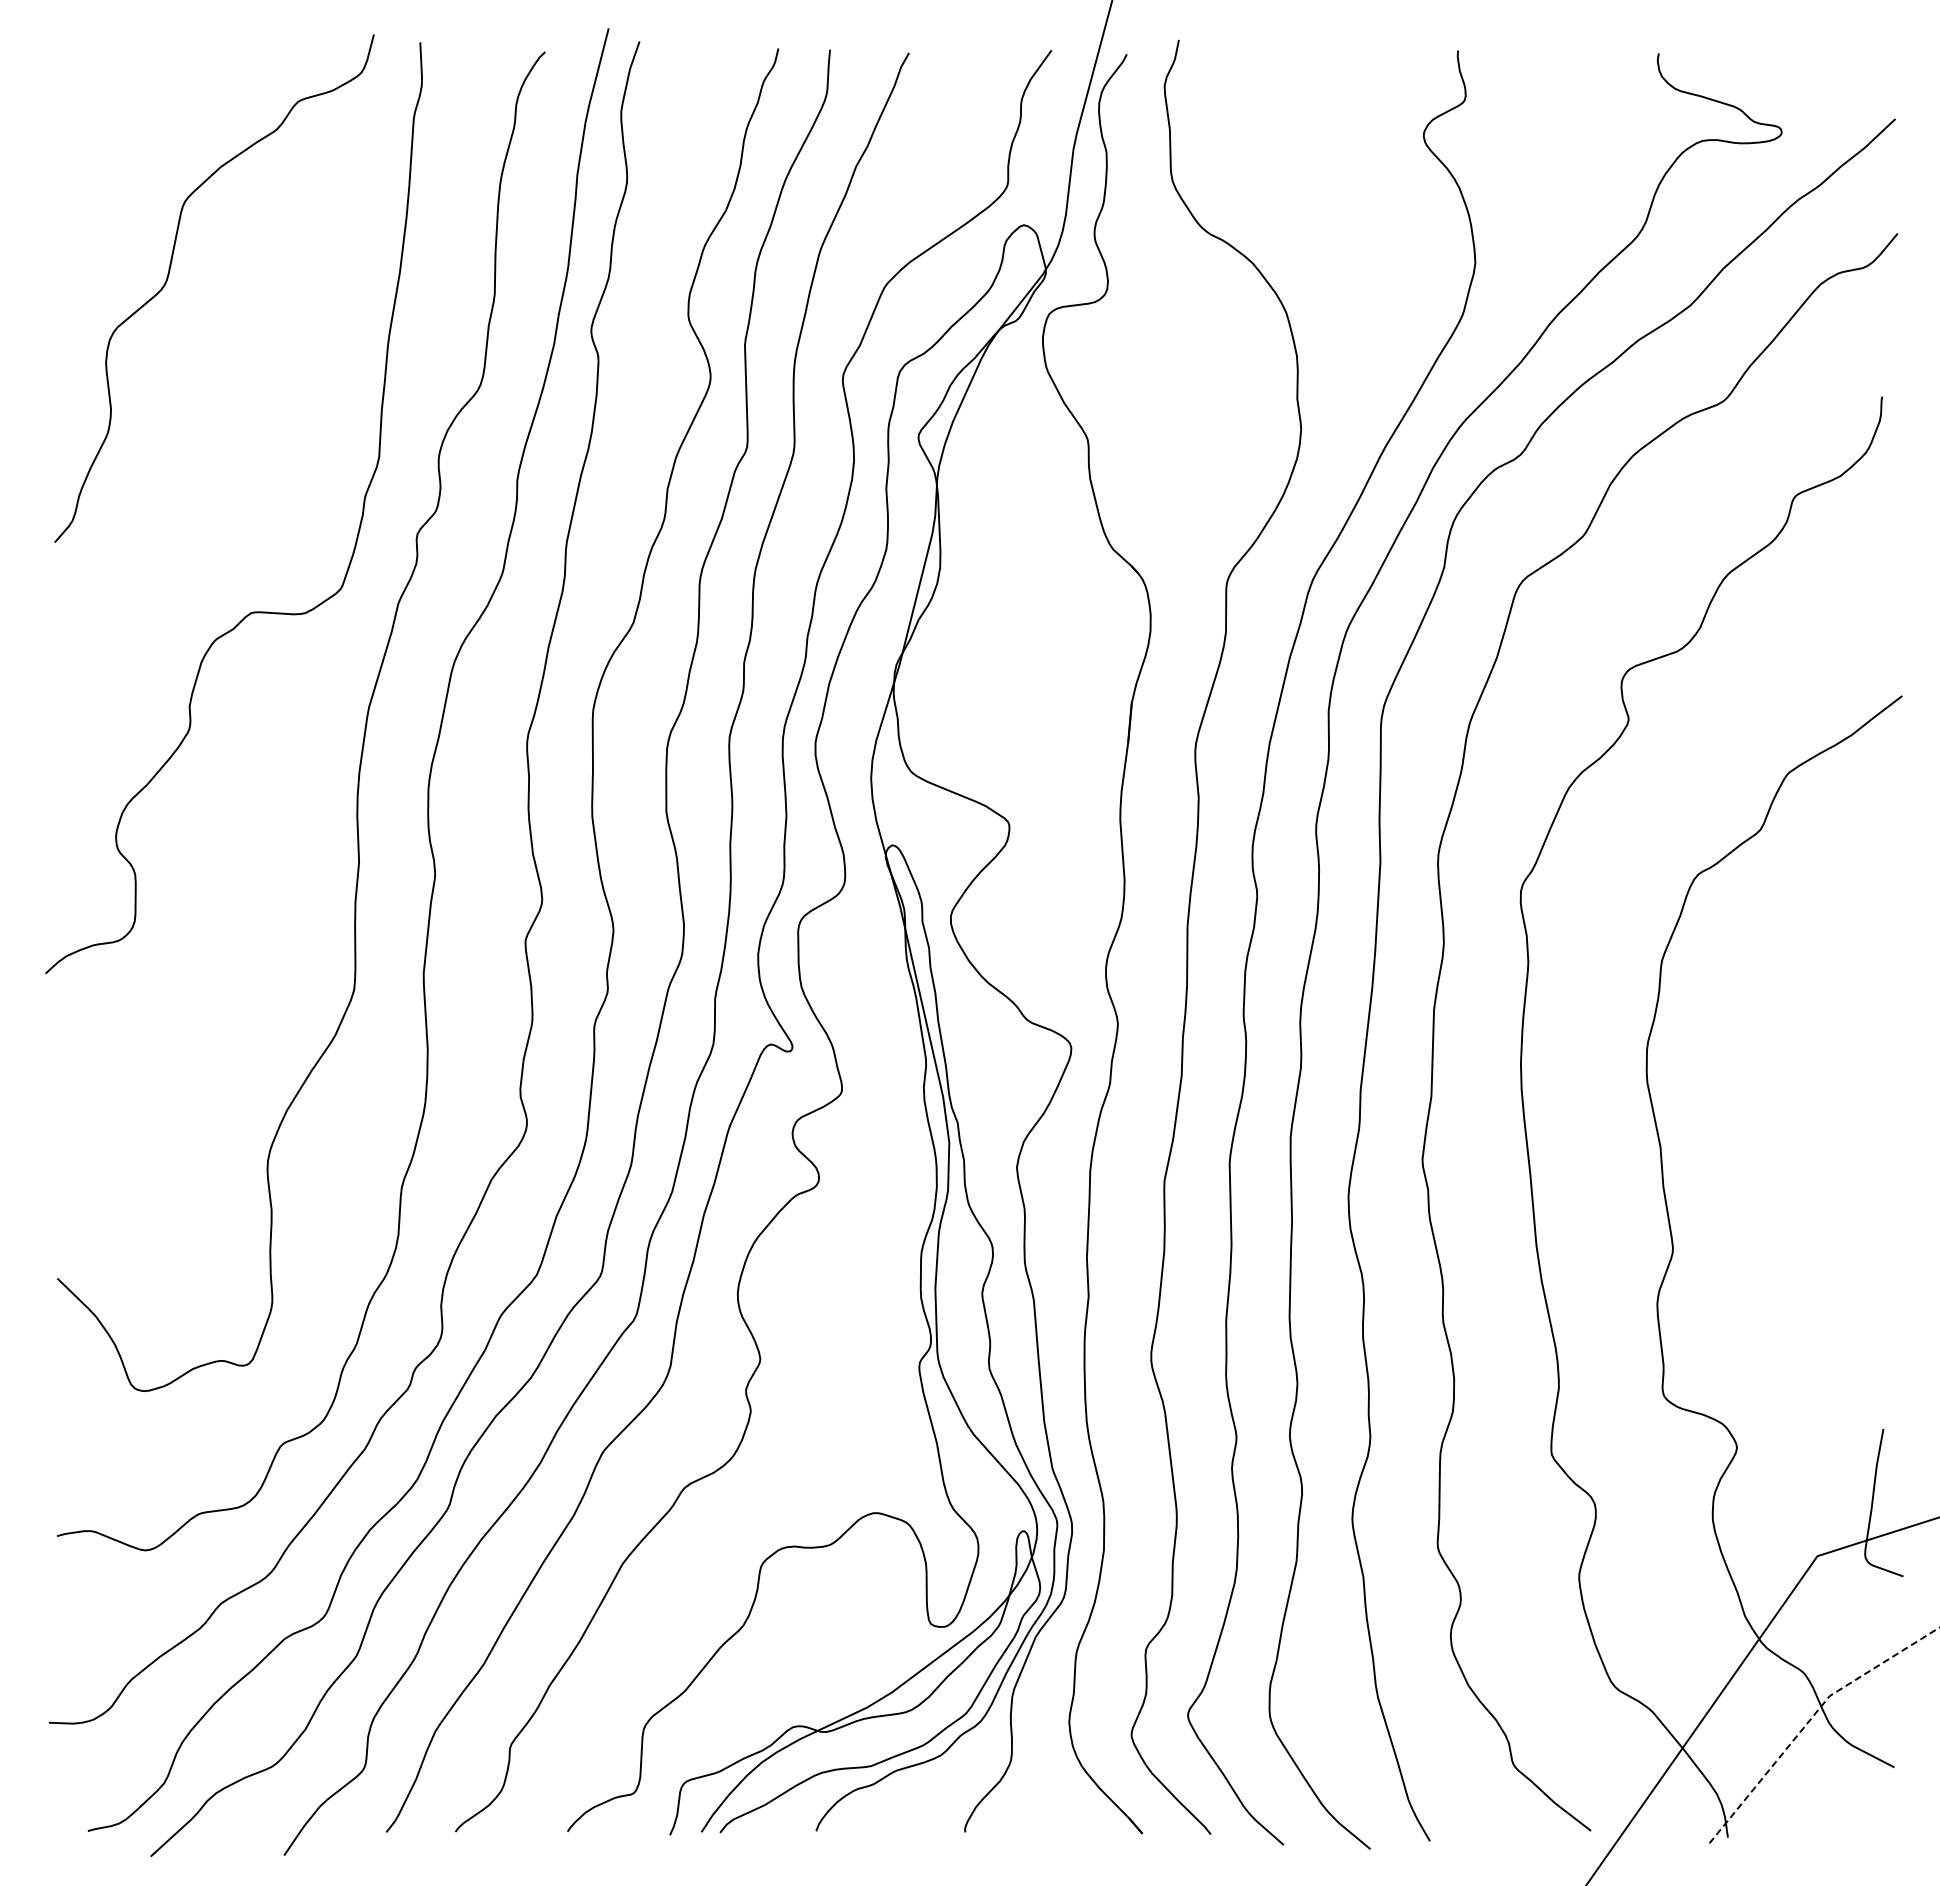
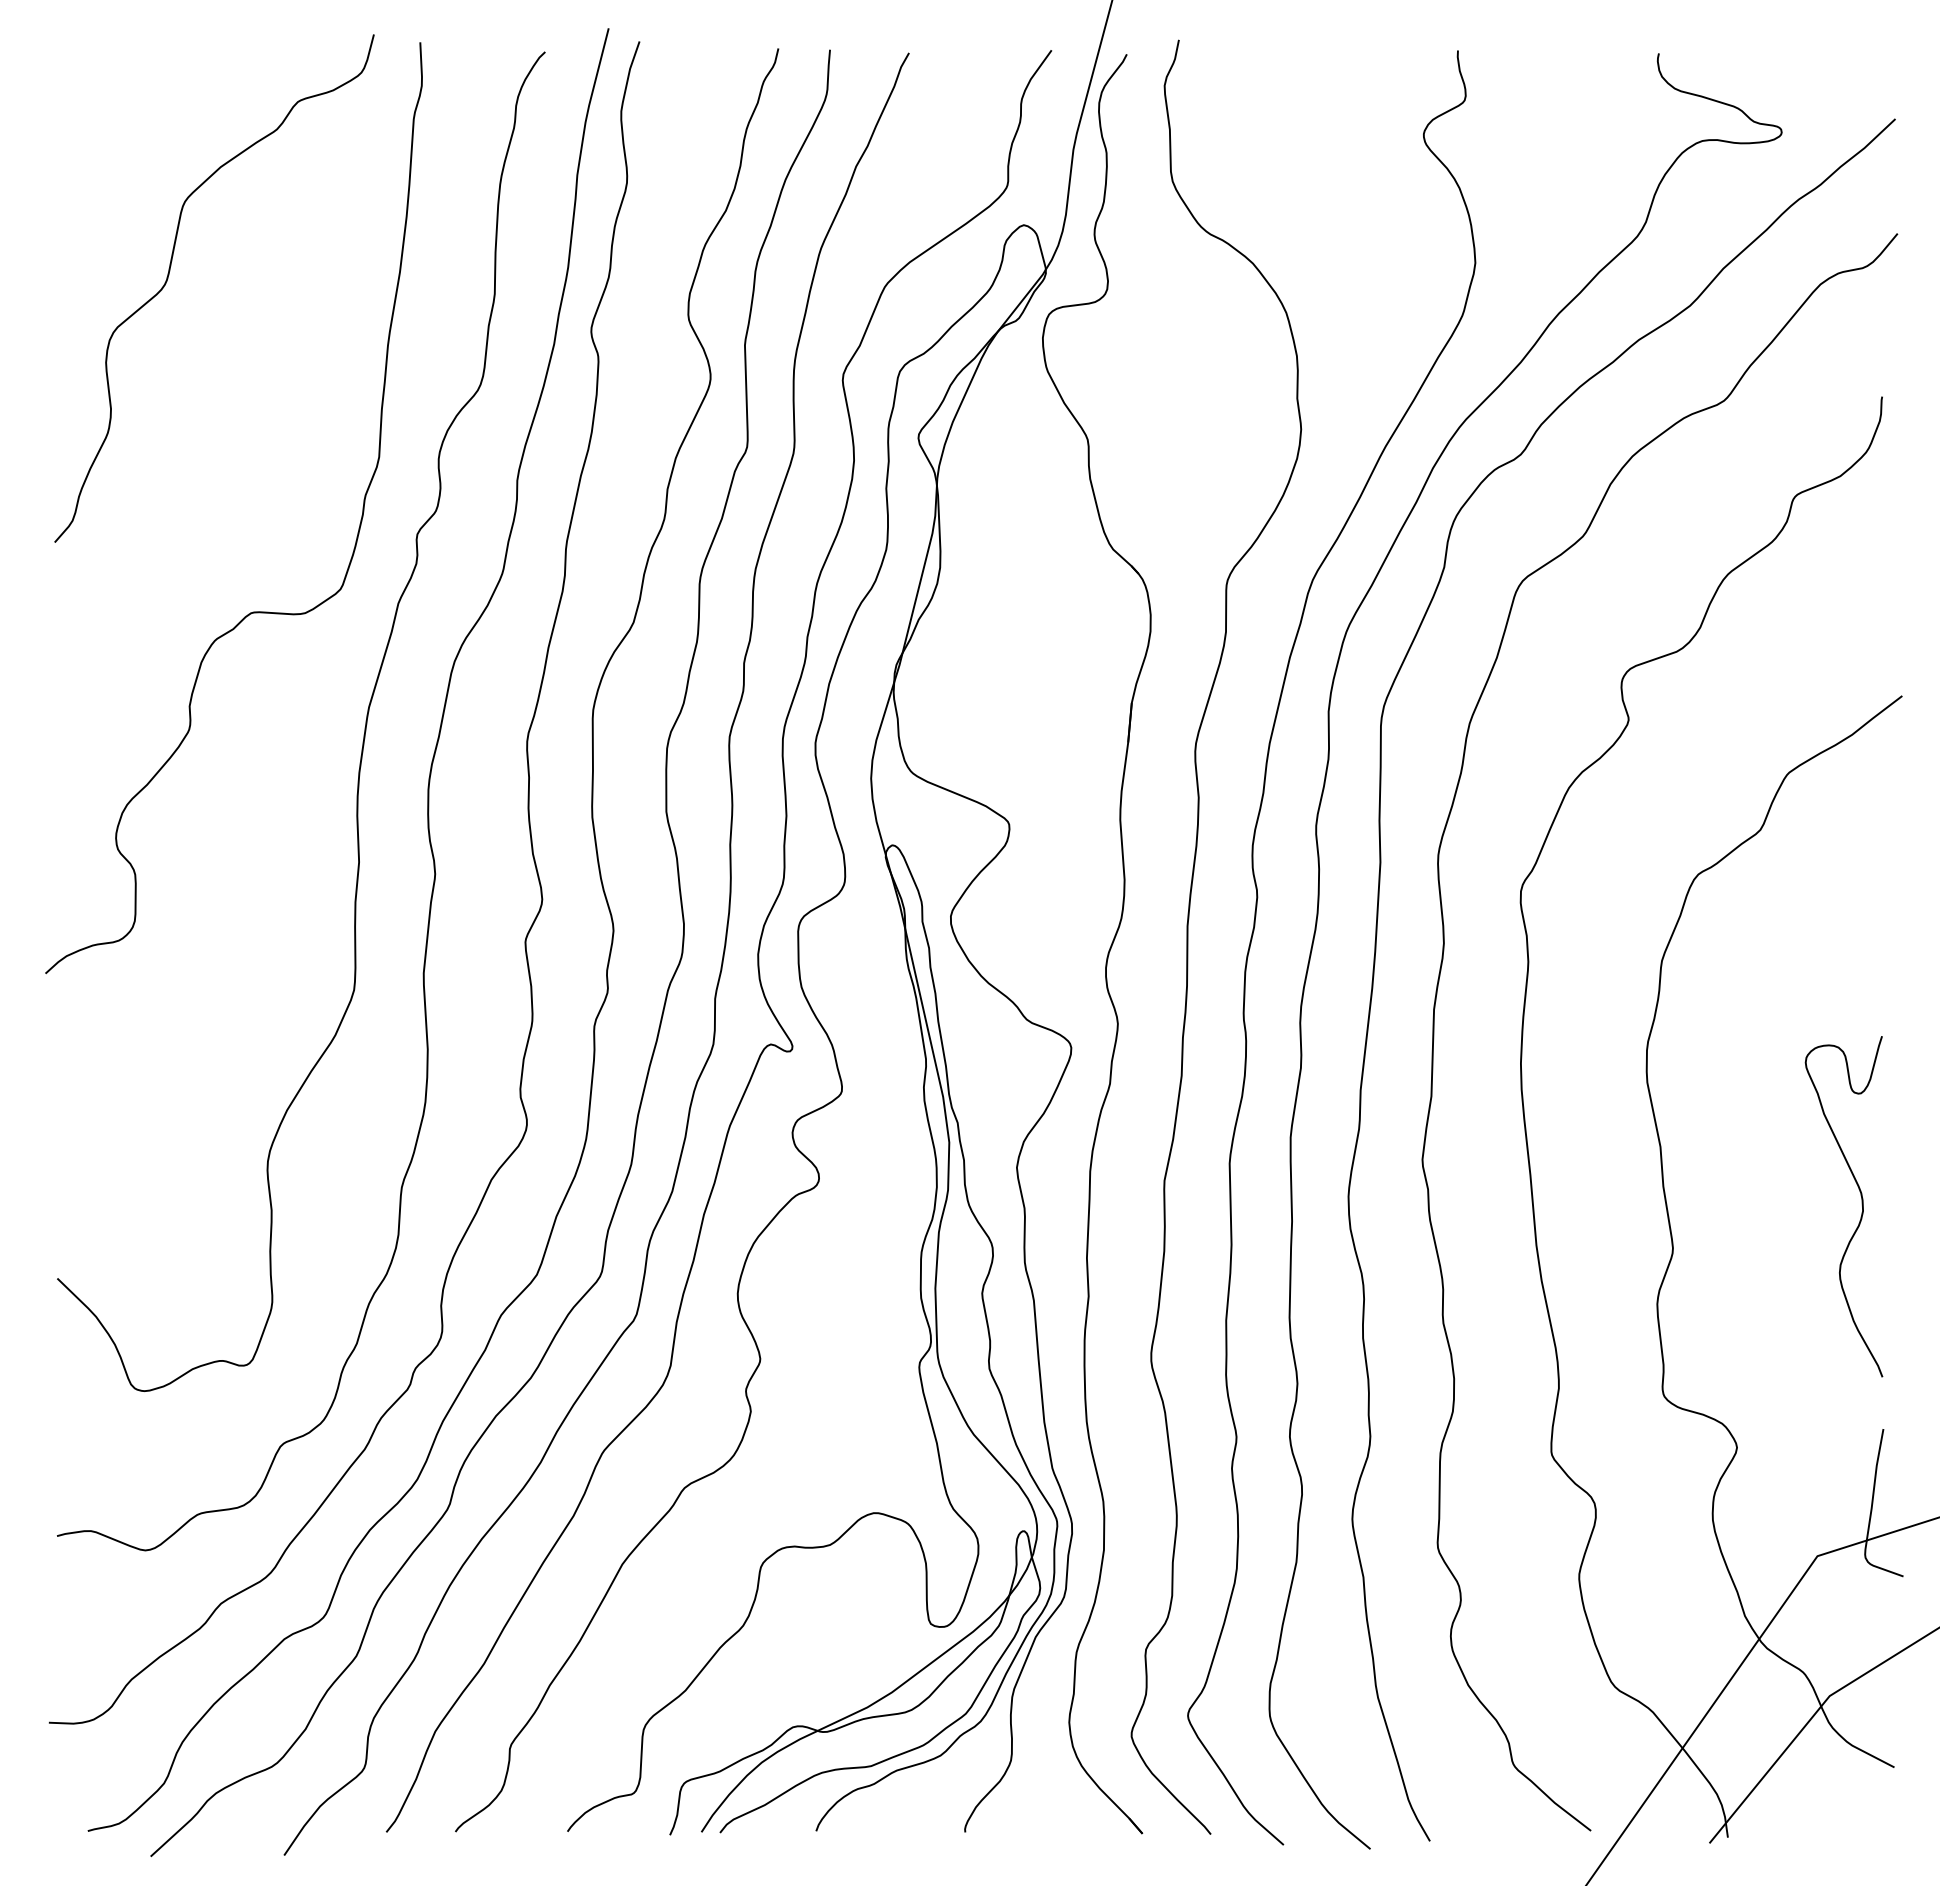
curve at (1861, 1205): none -> present
line at (1810, 1719): dashed -> solid
